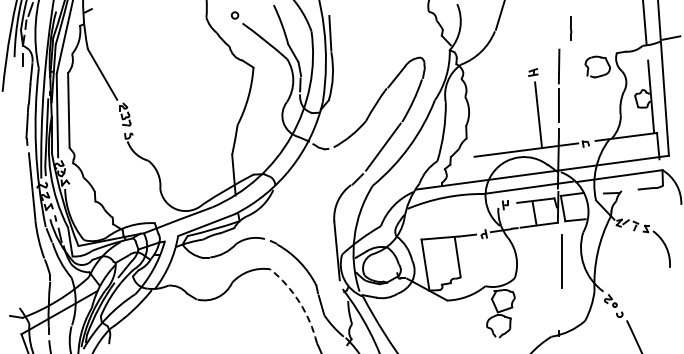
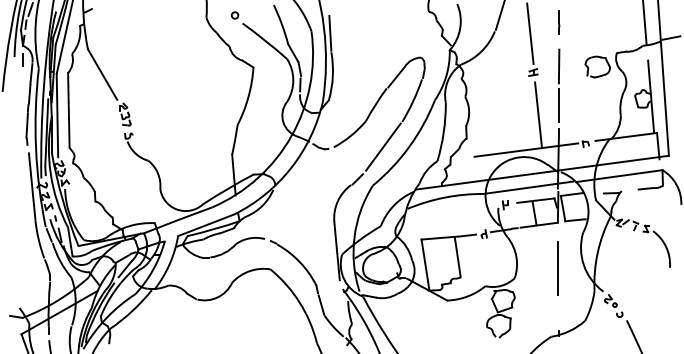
line at (571, 28) position: (571, 28) -> (559, 22)
line at (530, 33): none -> present
line at (561, 261) position: (561, 261) -> (557, 268)
arc at (299, 302): dashed -> solid
